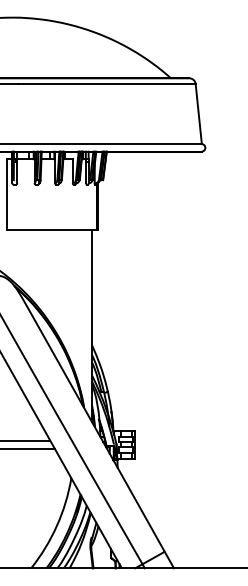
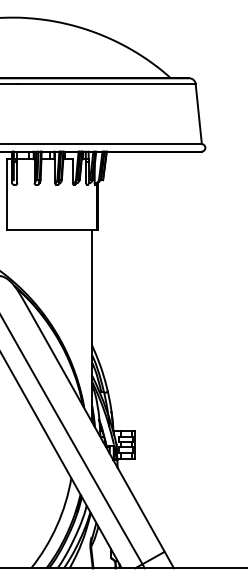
line at (26, 440): present -> none
line at (28, 449): present -> none
